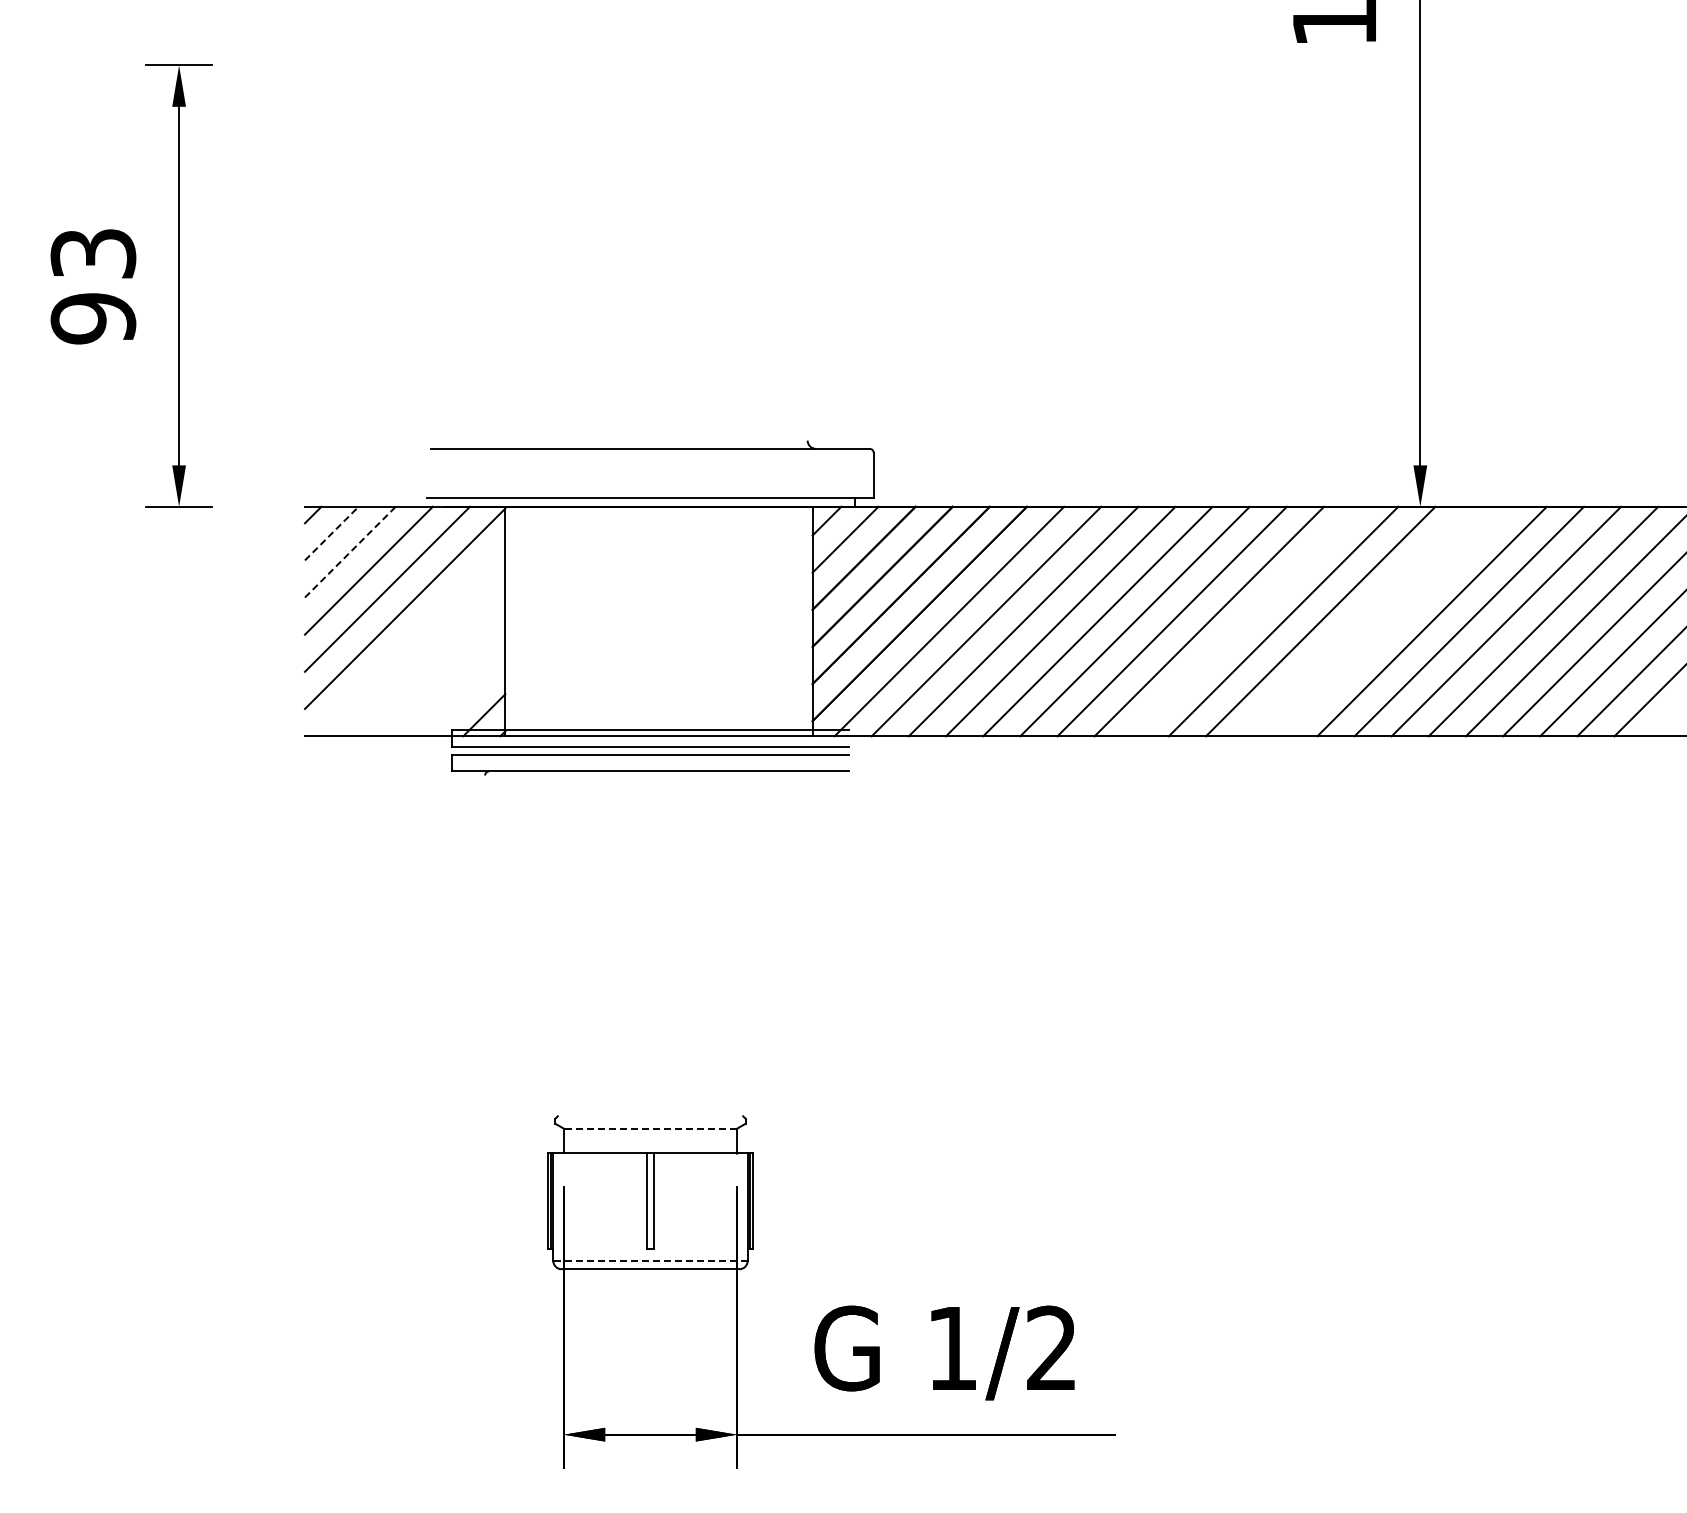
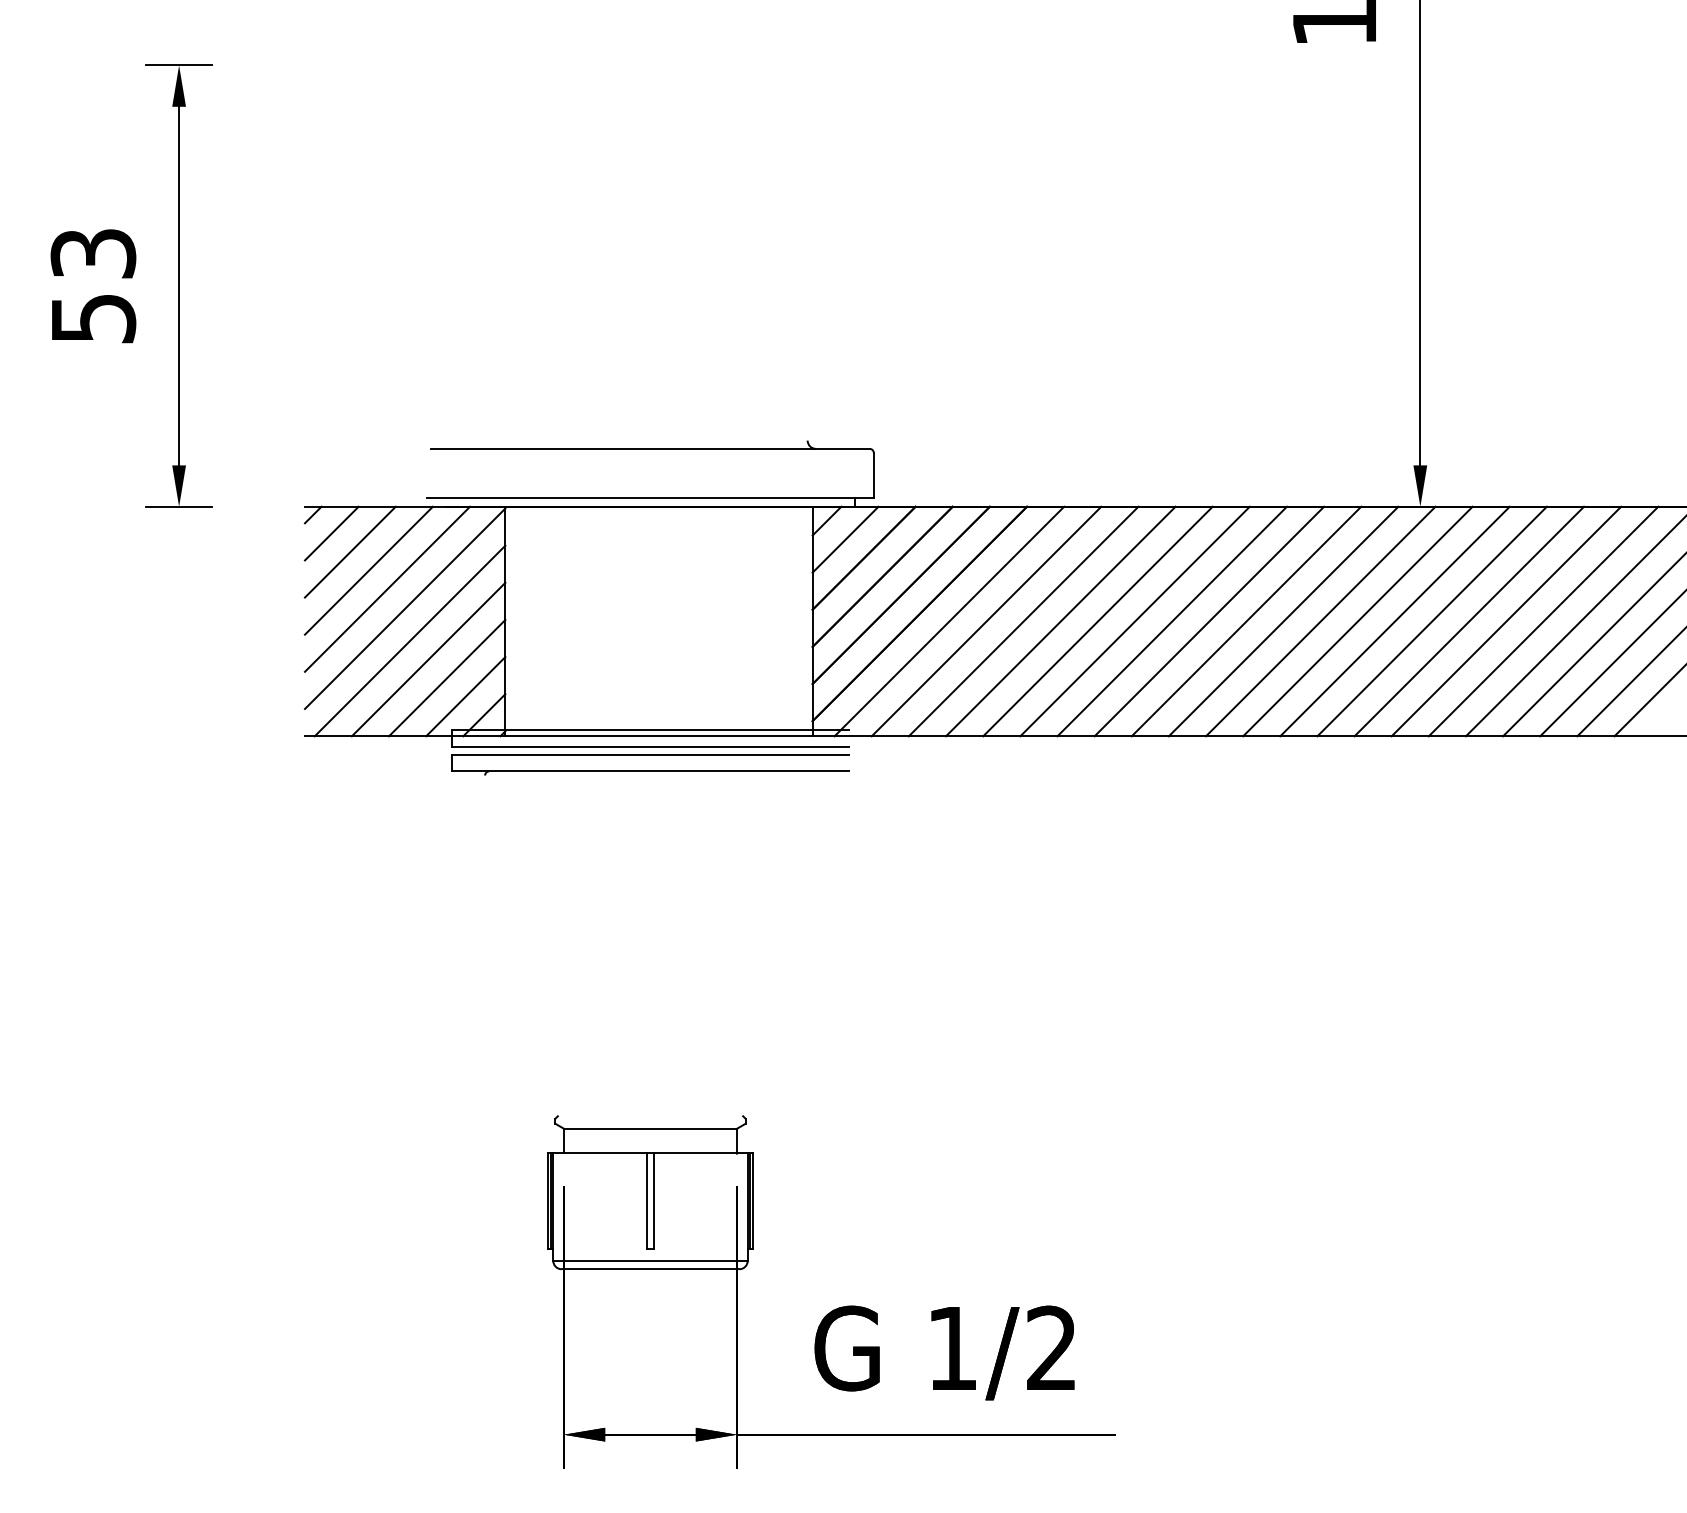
text at (93, 318): 93 -> 53
line at (331, 533): dashed -> solid
line at (350, 551): dashed -> solid
line at (1246, 621): none -> present
line at (1357, 621): none -> present
line at (1394, 621): none -> present
line at (409, 640): none -> present
line at (428, 659): none -> present
line at (447, 677): none -> present
line at (465, 696): none -> present
line at (650, 1128): dashed -> solid
line at (650, 1260): dashed -> solid
